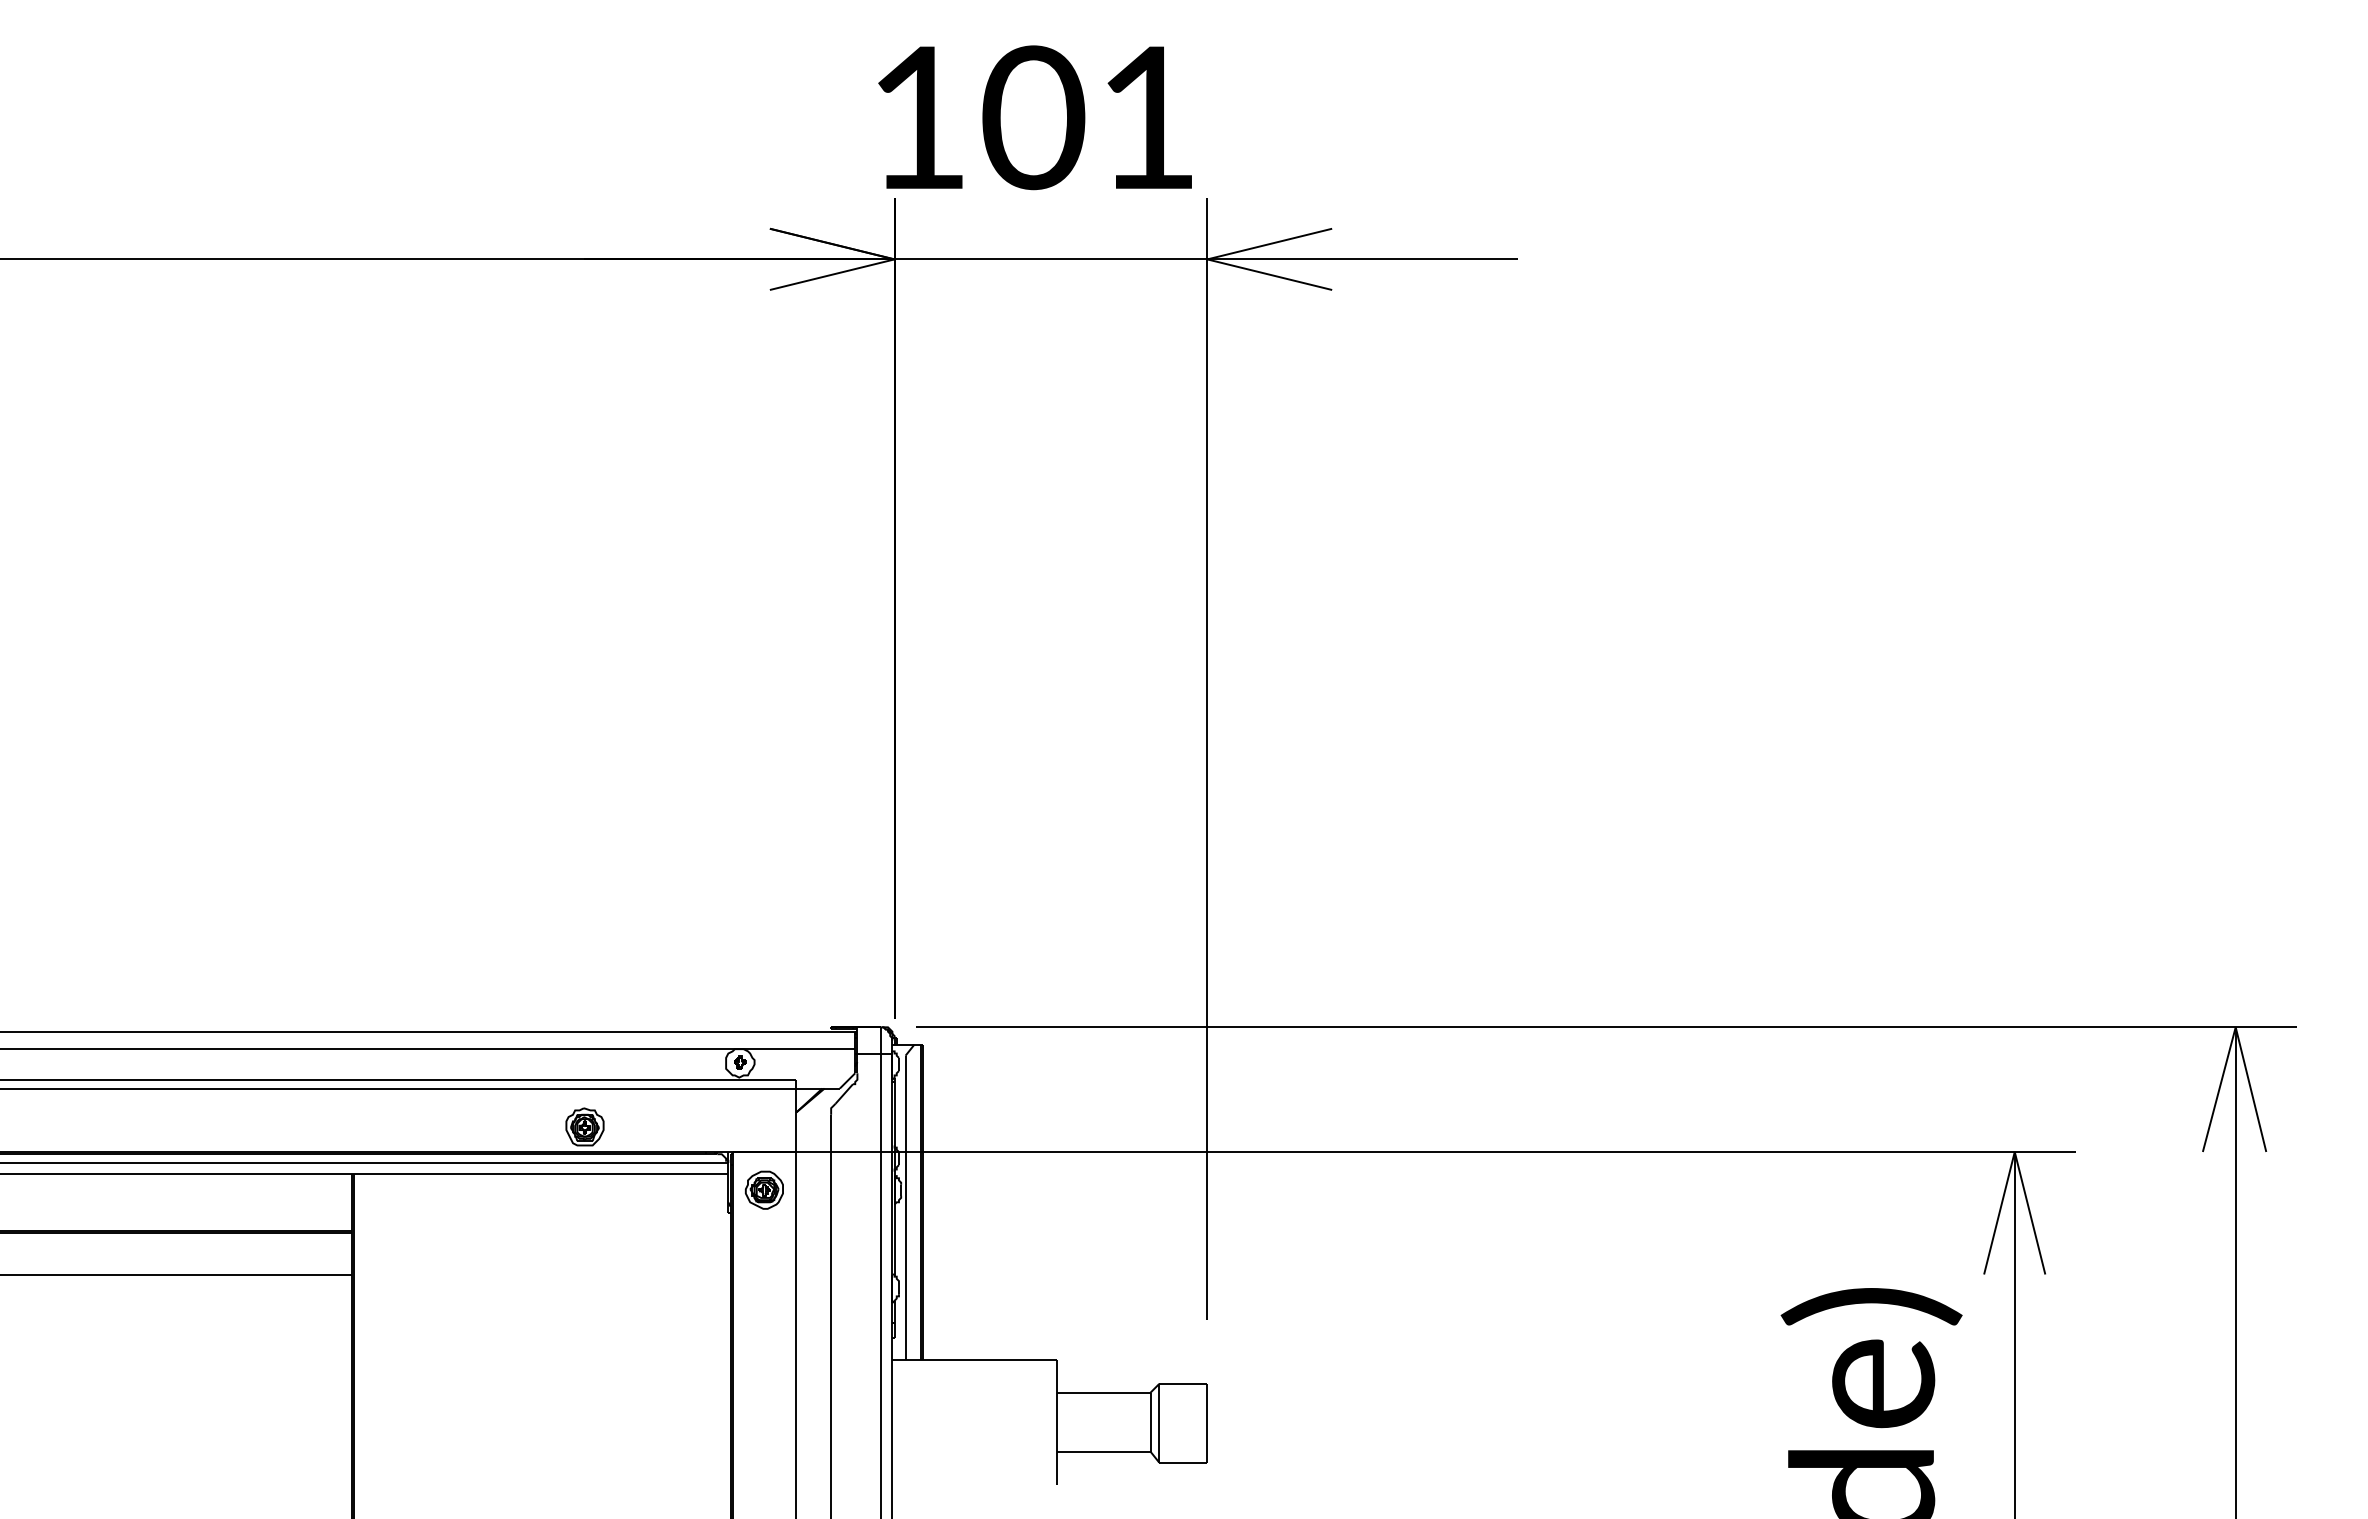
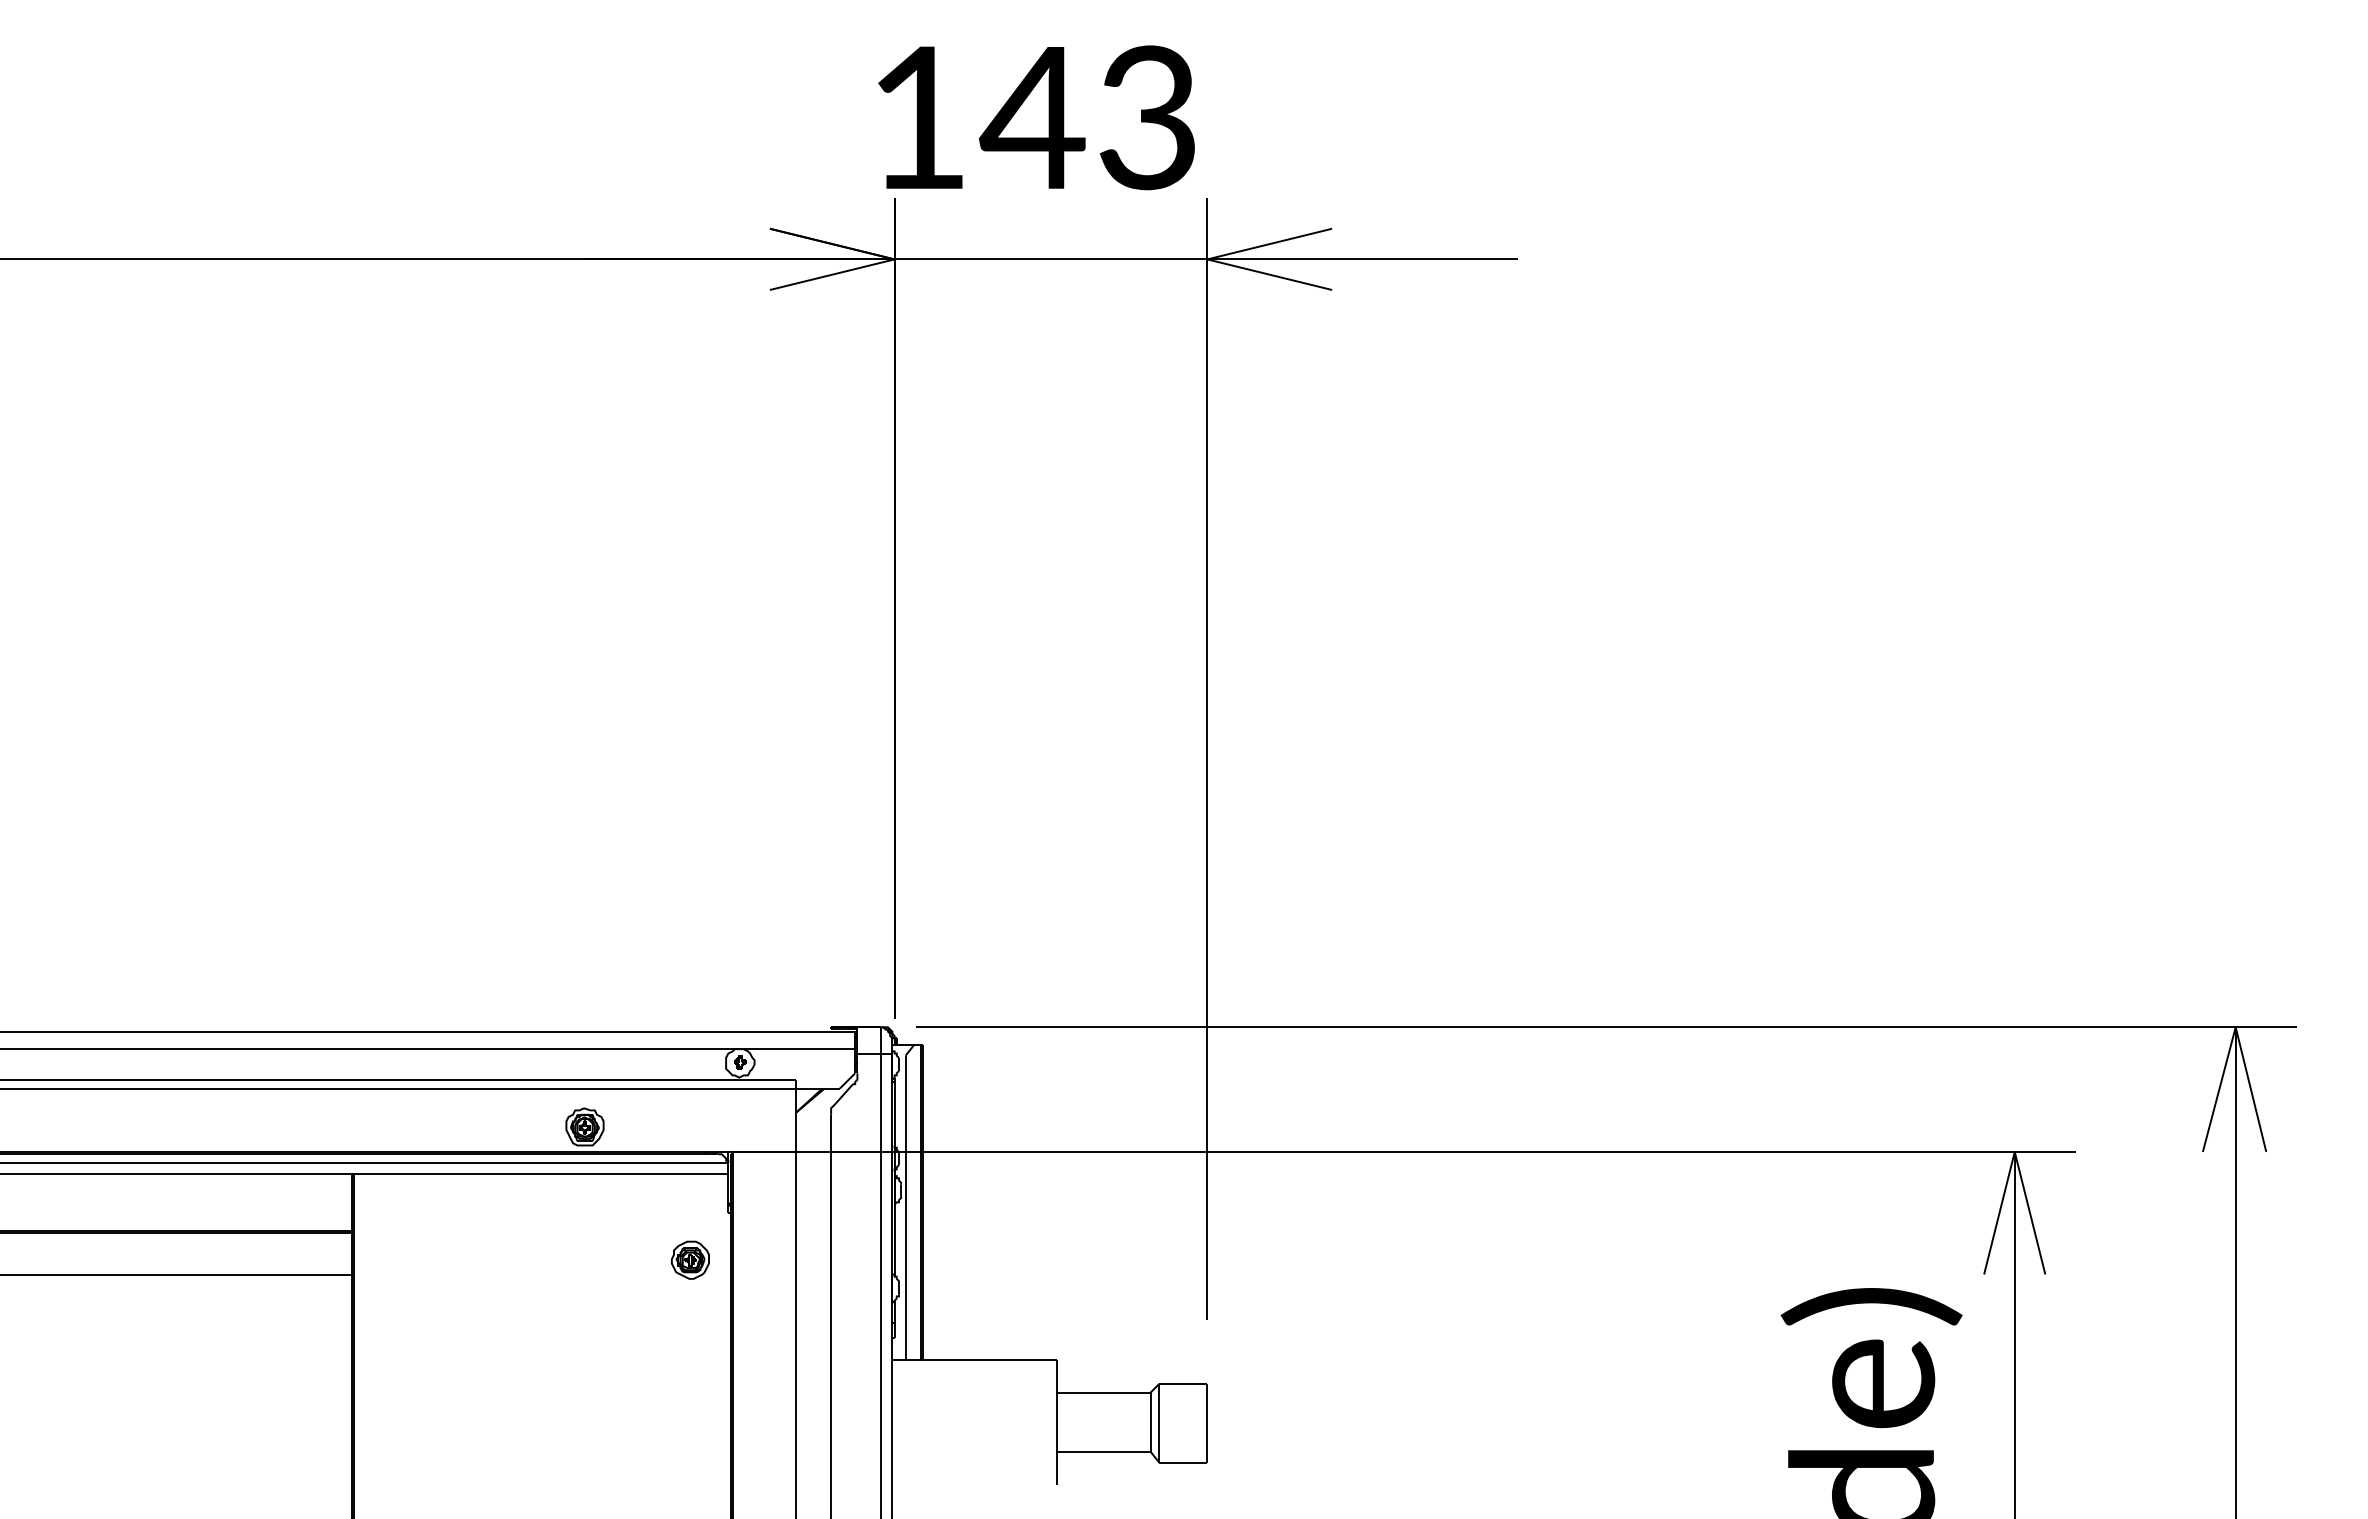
text at (1086, 117): 101 -> 143
part at (763, 1189) position: (763, 1189) -> (689, 1259)
